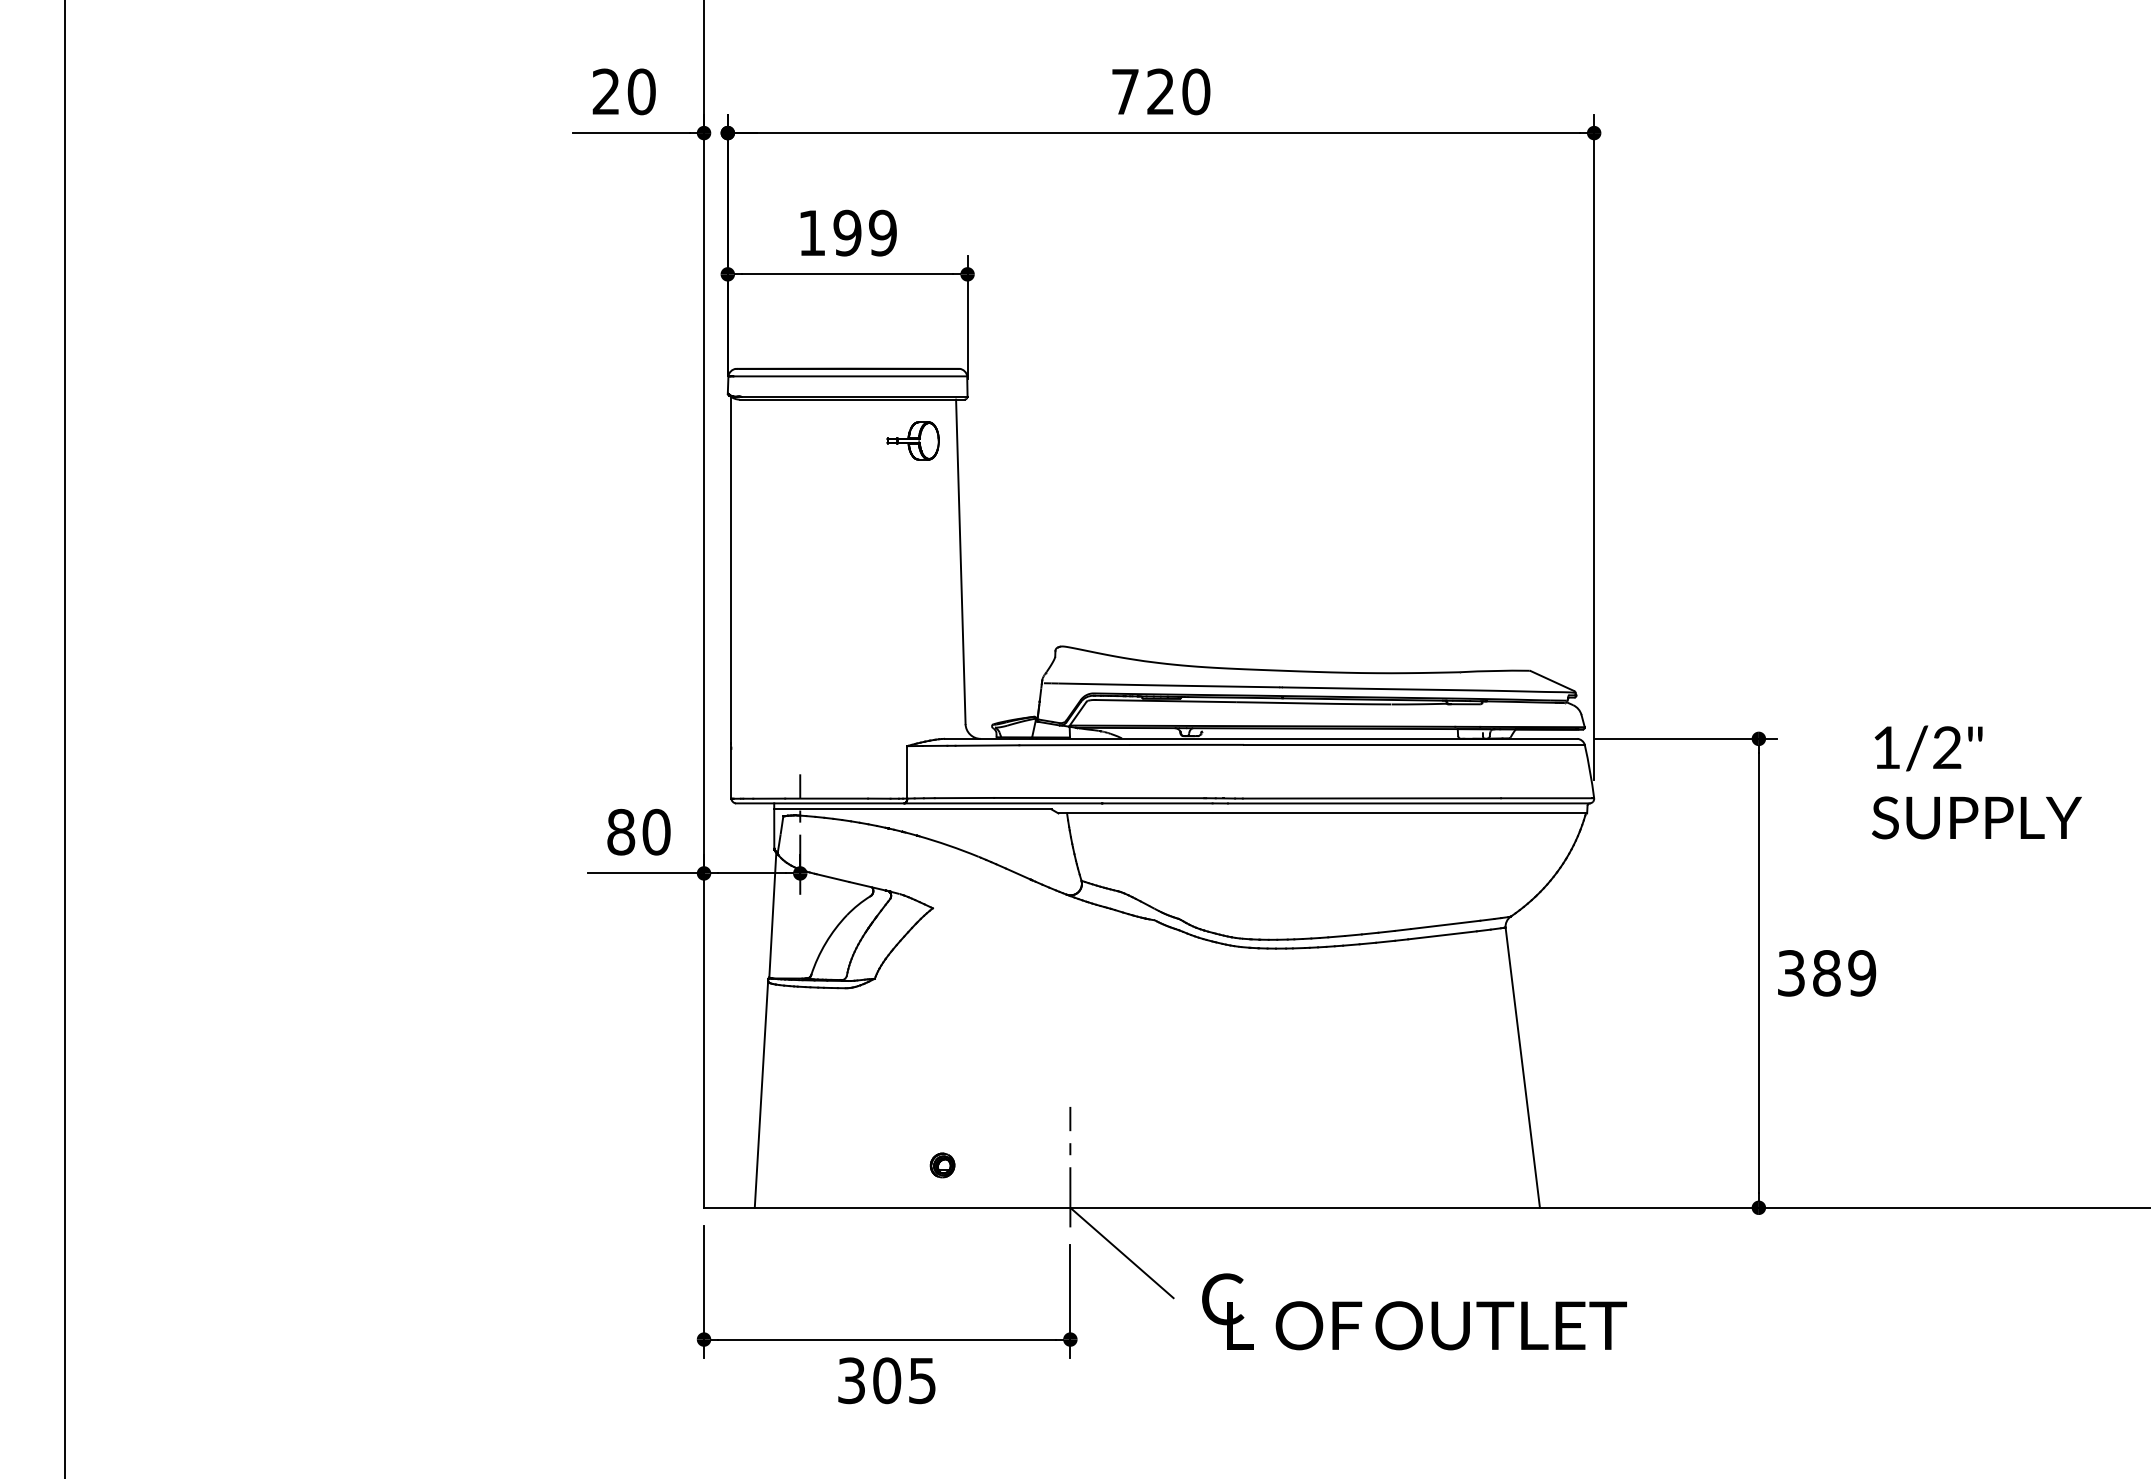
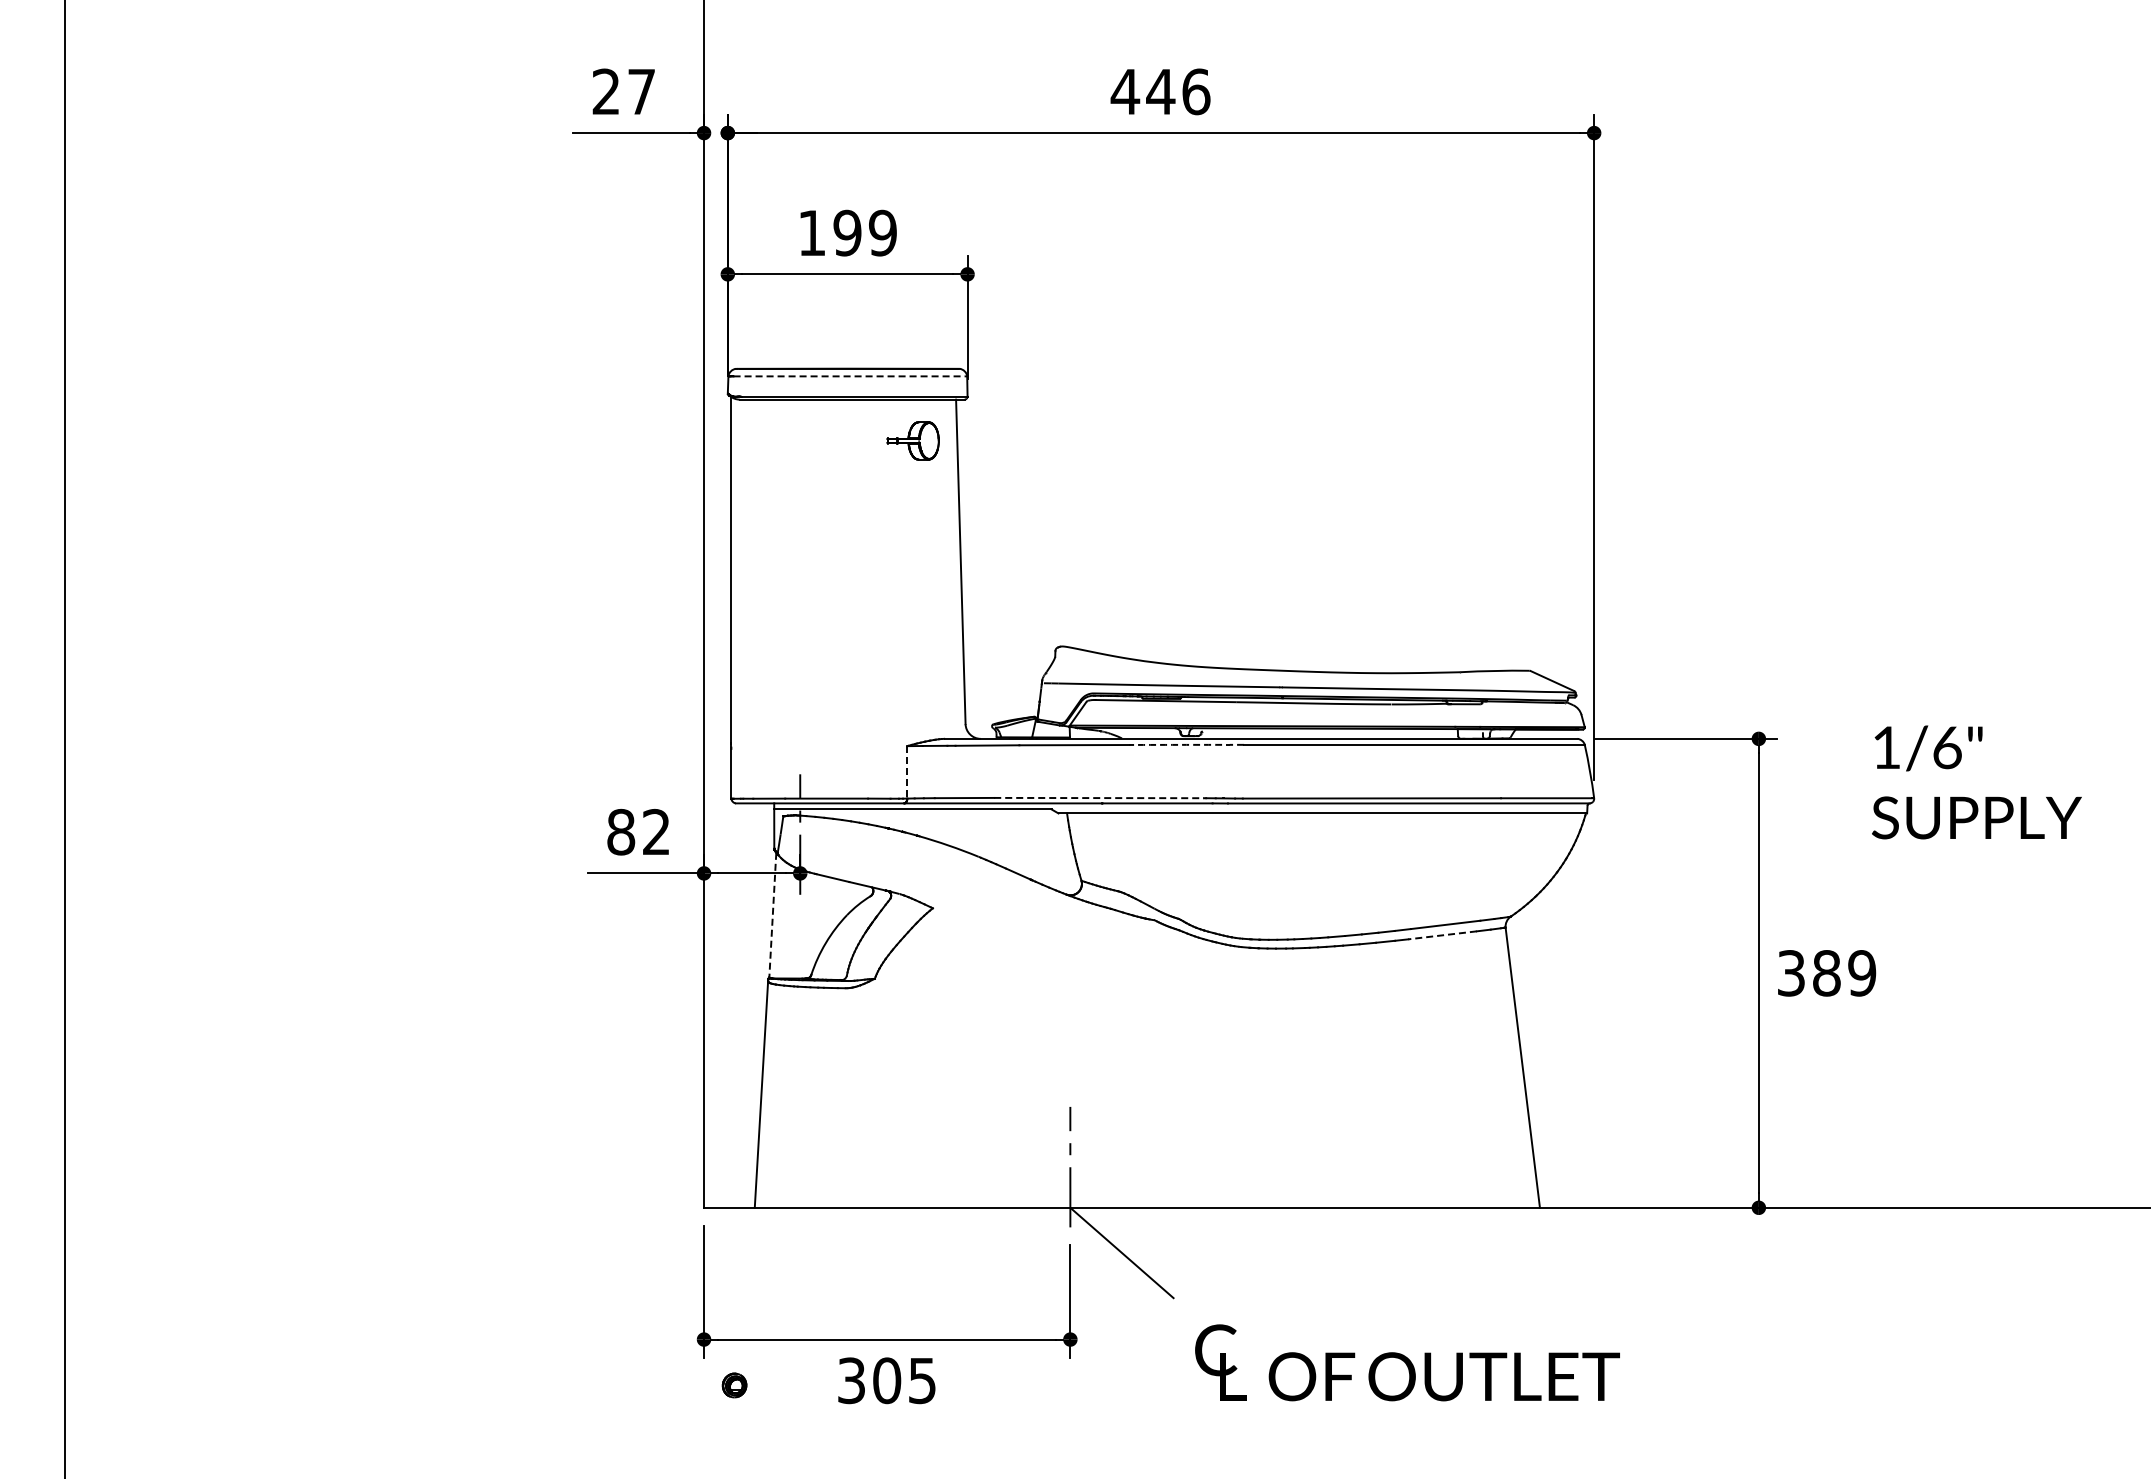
text at (641, 91): 20 -> 27
text at (1160, 91): 720 -> 446
line at (850, 376): solid -> dashed
arc at (1186, 744): solid -> dashed
text at (1947, 747): 1/2" -> 1/6"
line at (907, 772): solid -> dashed
line at (1099, 798): solid -> dashed
text at (656, 831): 80 -> 82
line at (772, 915): solid -> dashed
line at (1442, 935): solid -> dashed
part at (942, 1165) position: (942, 1165) -> (734, 1385)
text at (1414, 1311) position: (1414, 1311) -> (1407, 1362)
